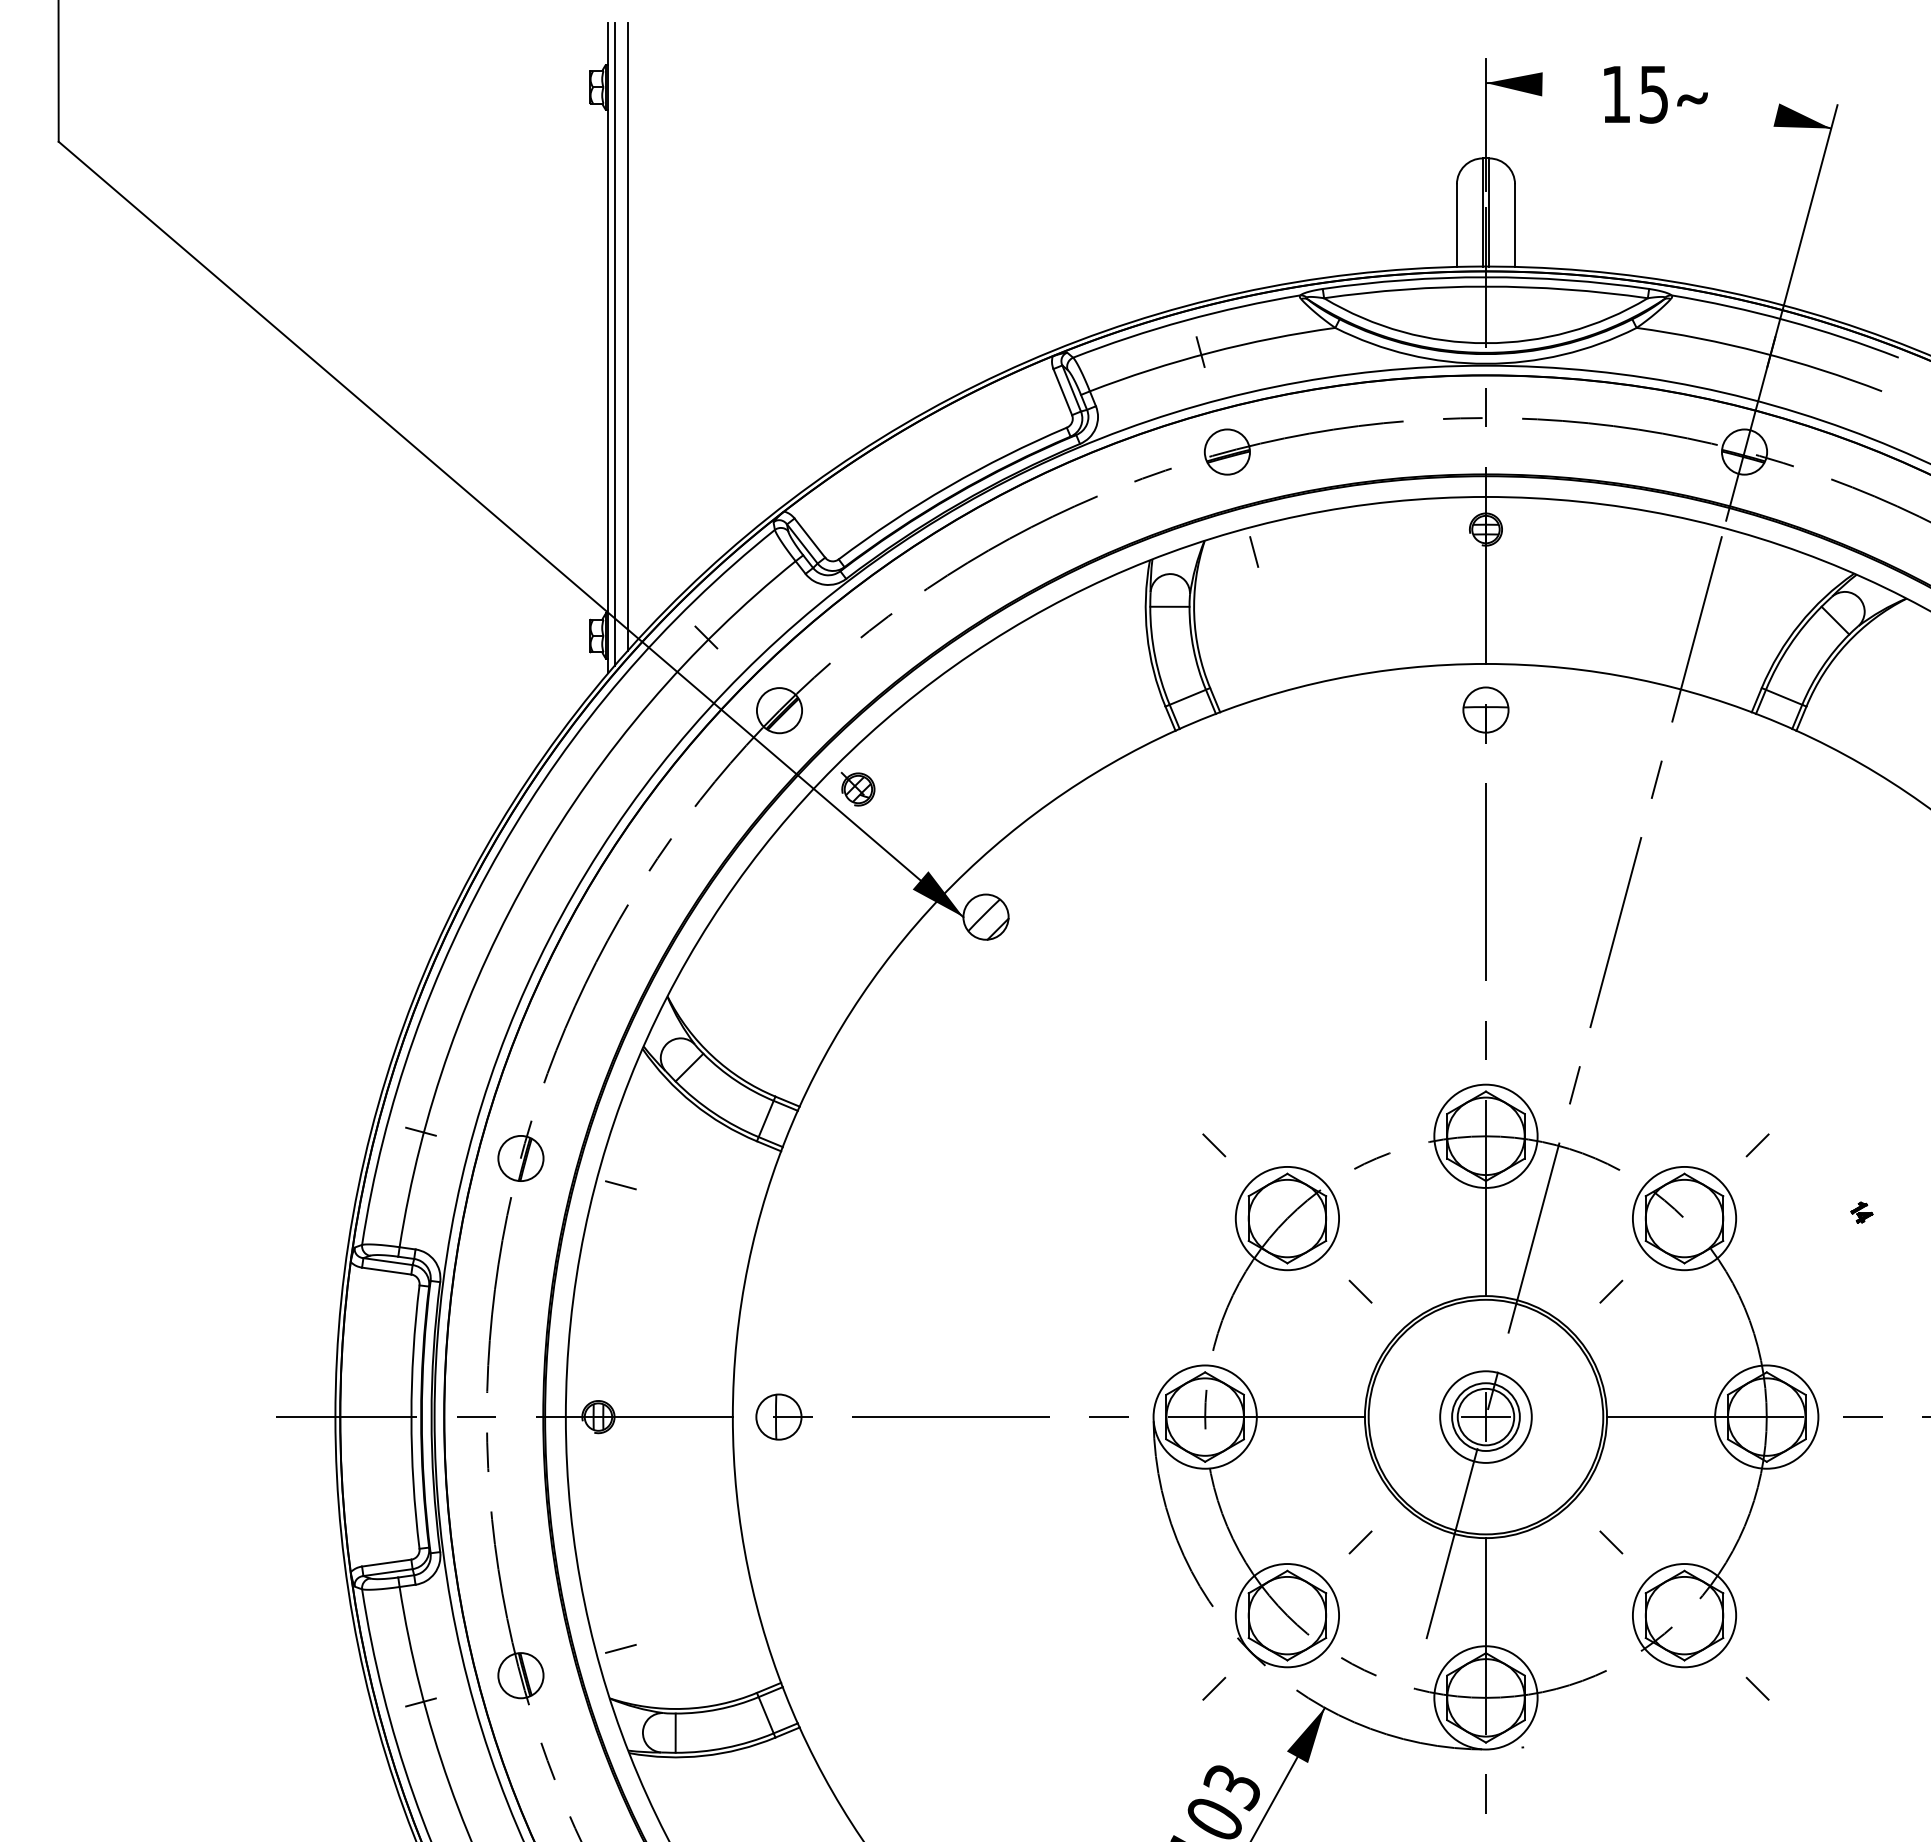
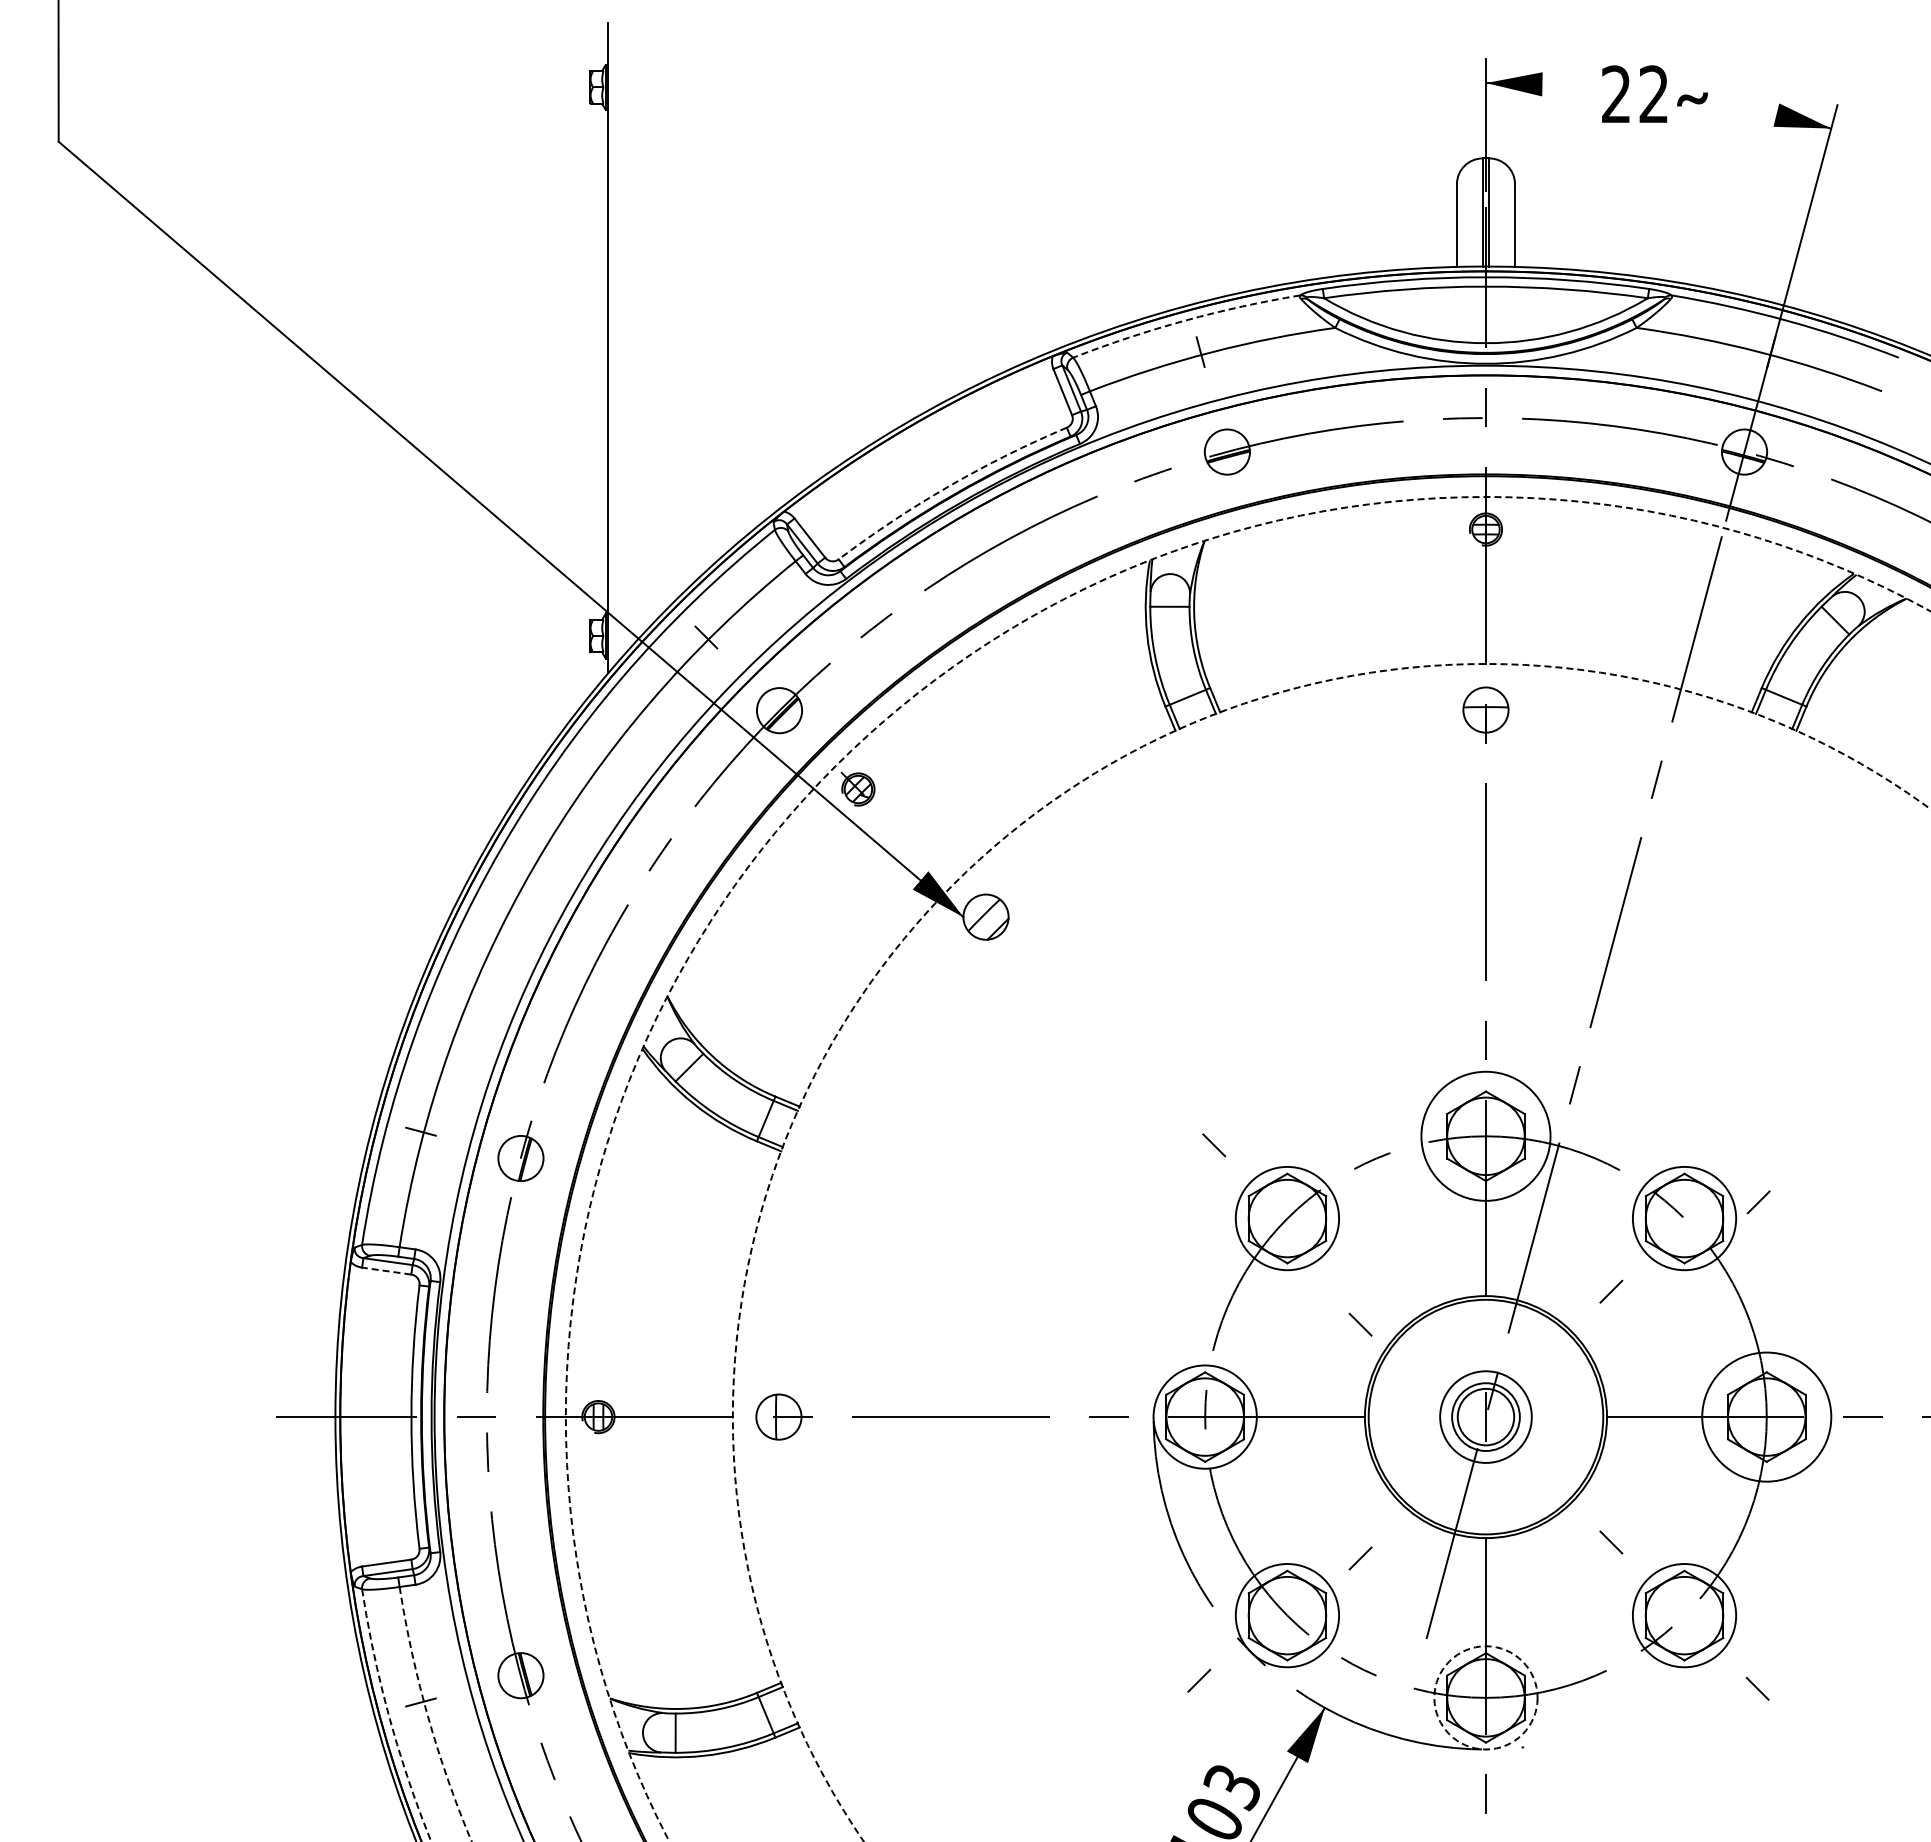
text at (1634, 94): 15 -> 22
arc at (1185, 320): solid -> dashed
line at (627, 336): present -> none
line at (614, 343): present -> none
arc at (948, 486): solid -> dashed
line at (1254, 551): present -> none
circle at (1485, 1135) diameter: 103 px -> 129 px
line at (1757, 1145) position: (1757, 1145) -> (1758, 1202)
circle at (1247, 1168): solid -> dashed
line at (620, 1185): present -> none
part at (1861, 1212): present -> none
circle at (1331, 1252): solid -> dashed
line at (386, 1271): solid -> dashed
line at (1360, 1291) position: (1360, 1291) -> (1360, 1324)
circle at (1766, 1416) diameter: 103 px -> 129 px
line at (1485, 1417): present -> none
line at (1360, 1542) position: (1360, 1542) -> (1360, 1558)
line at (620, 1648): present -> none
line at (1214, 1688) position: (1214, 1688) -> (1199, 1680)
circle at (1485, 1697): solid -> dashed
arc at (428, 1717): solid -> dashed
arc at (389, 1718): solid -> dashed
